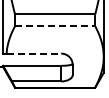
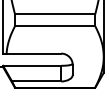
line at (55, 26): dashed -> solid
line at (34, 53): dashed -> solid
